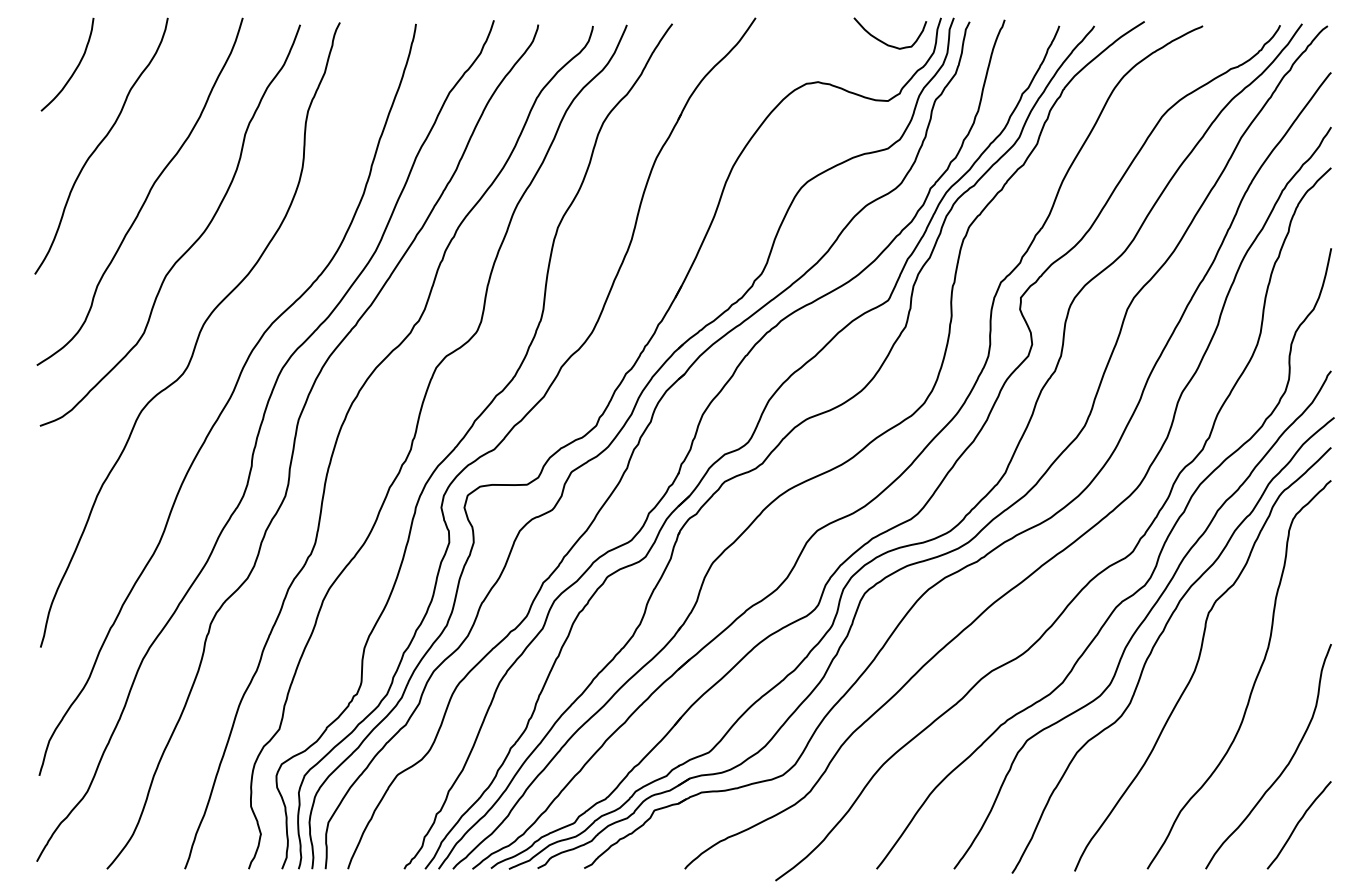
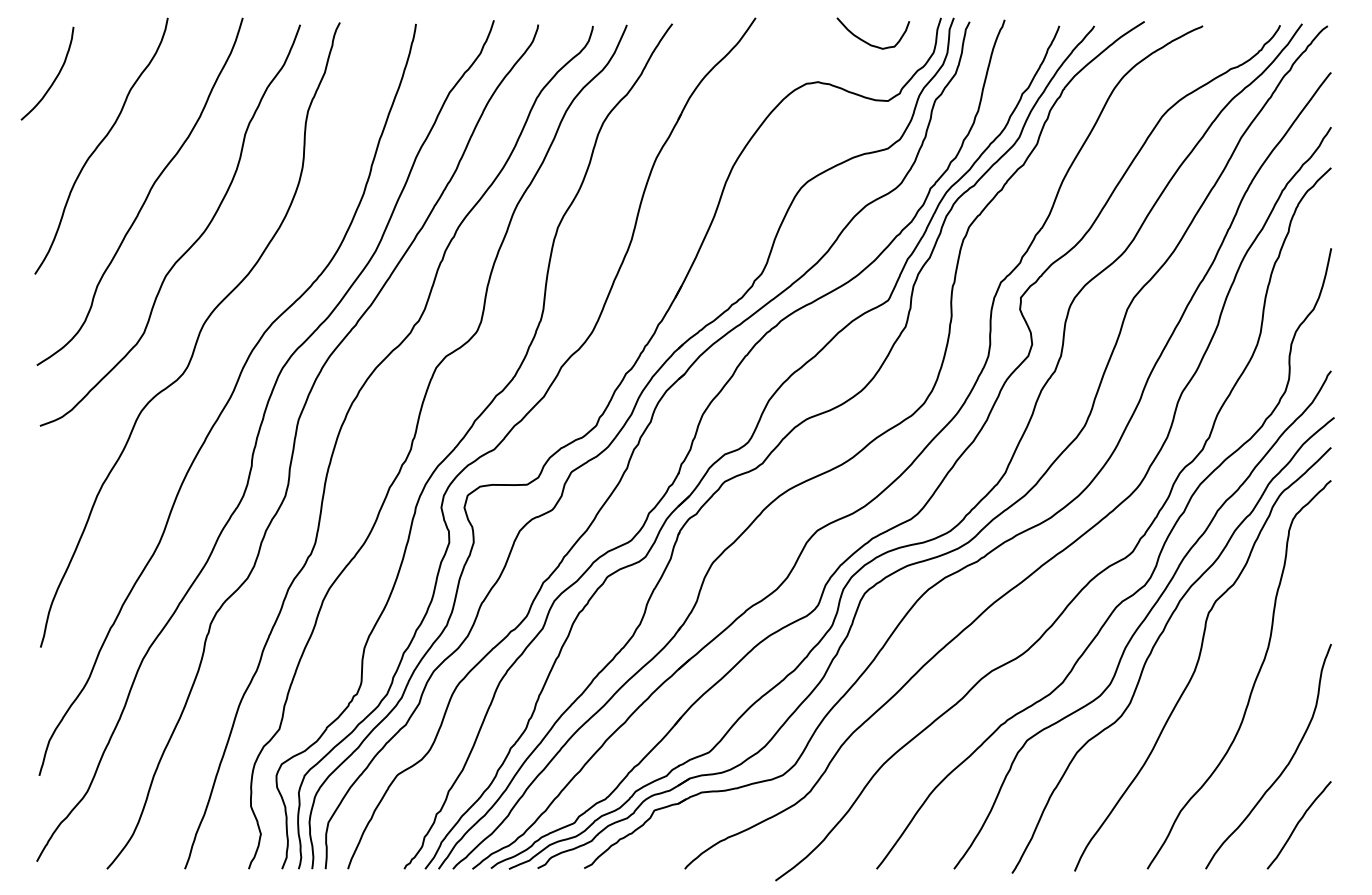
curve at (885, 42) position: (885, 42) -> (868, 42)
curve at (74, 69) position: (74, 69) -> (54, 78)
